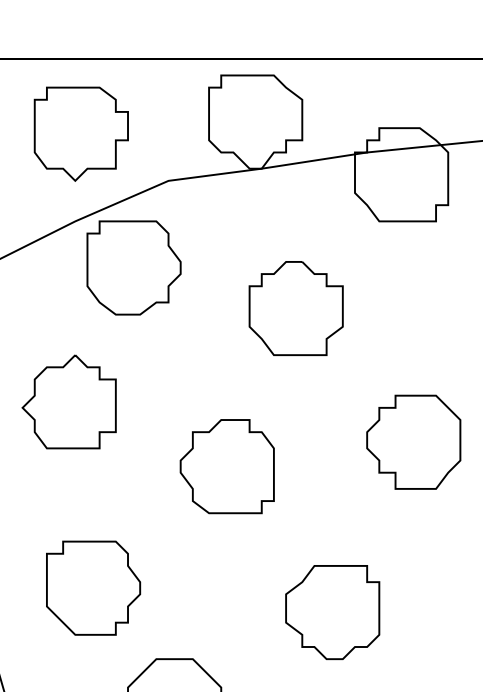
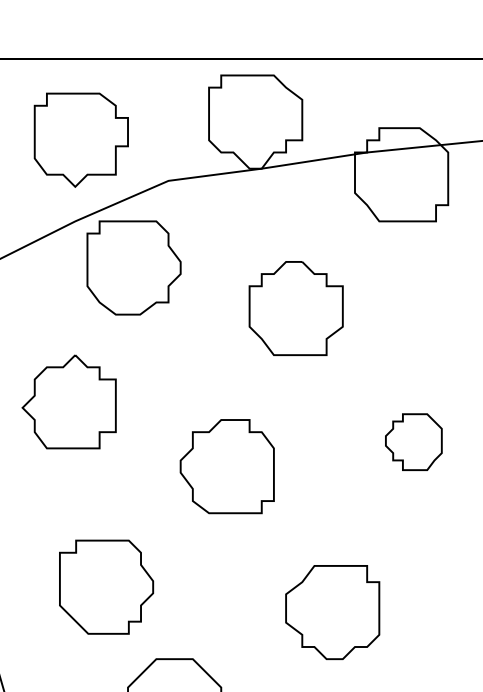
part at (80, 133) position: (80, 133) -> (80, 139)
part at (413, 441) size: 96x96 px -> 58x58 px
part at (93, 587) position: (93, 587) -> (106, 586)
